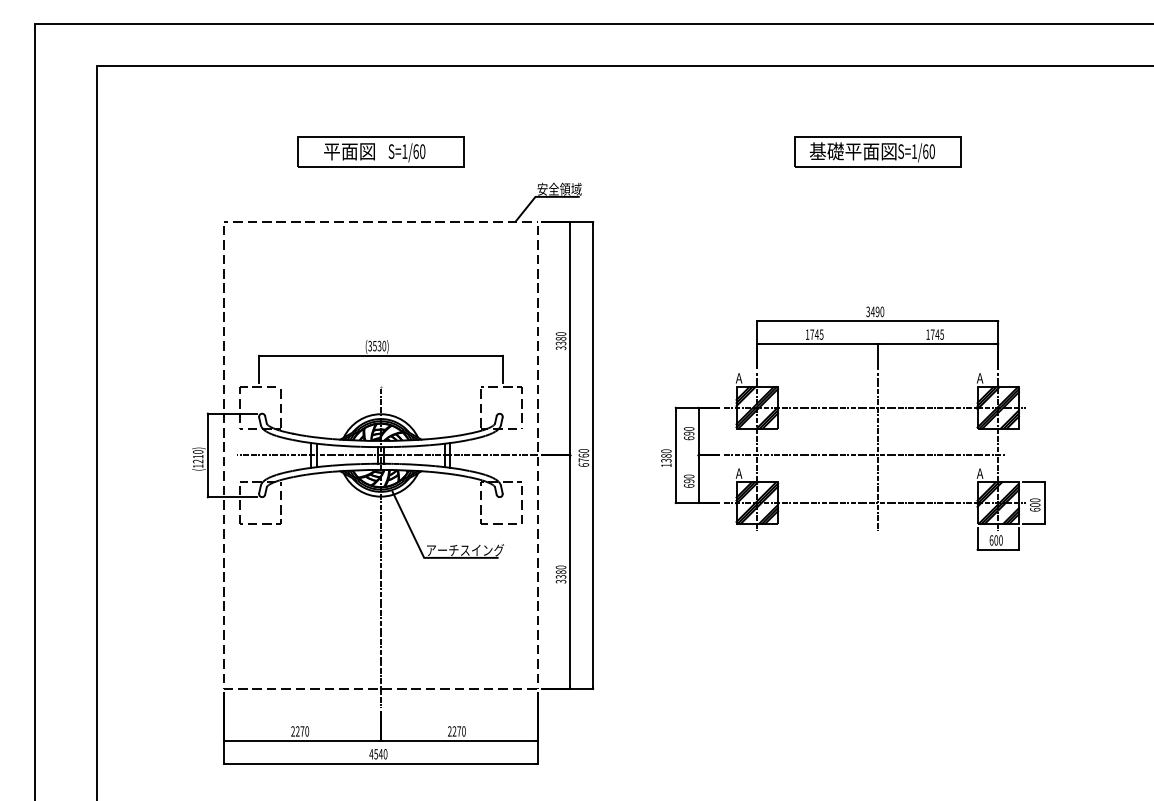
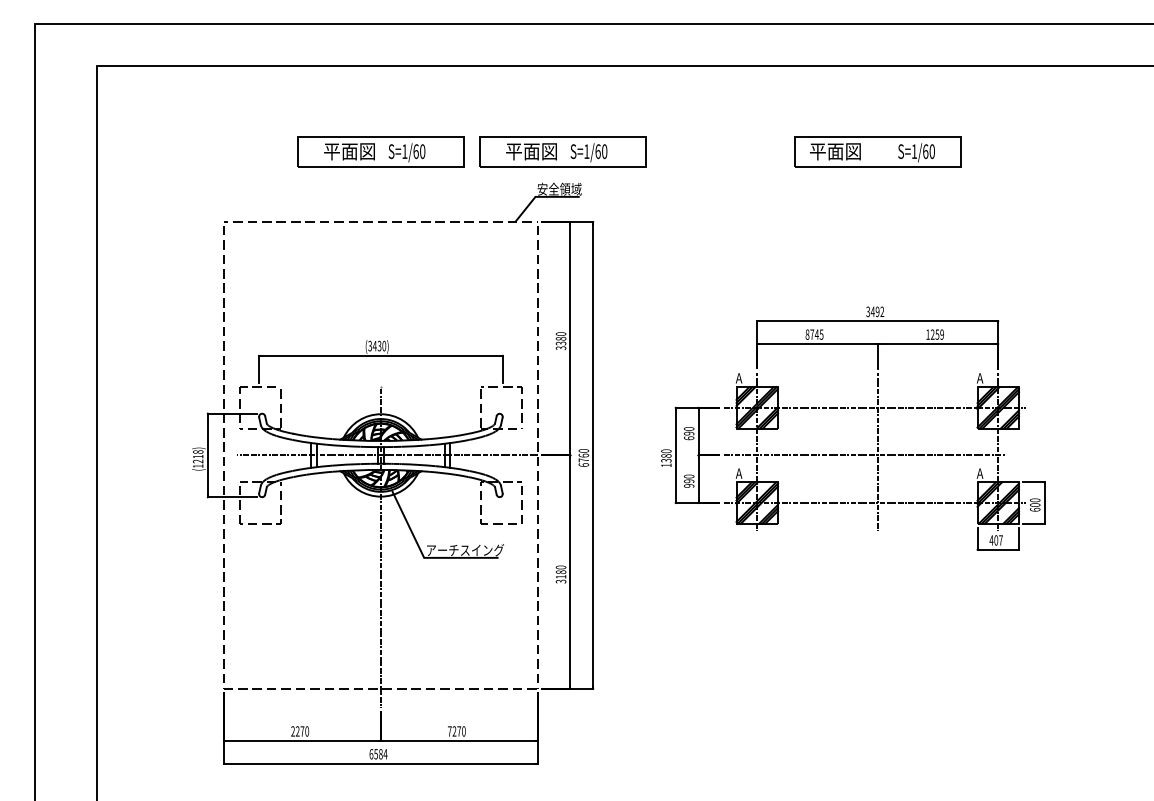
part at (562, 151): none -> present
text at (852, 151): 基礎平面図 -> 平面図
text at (882, 311): 3490 -> 3492
text at (807, 334): 1745 -> 8745
text at (936, 334): 1745 -> 1259
text at (374, 346): (3530) -> (3430)
text at (198, 451): (1210) -> (1218)
text at (689, 485): 690 -> 990
text at (995, 540): 600 -> 407
text at (560, 576): 3380 -> 3180
text at (449, 731): 2270 -> 7270
text at (378, 754): 4540 -> 6584
